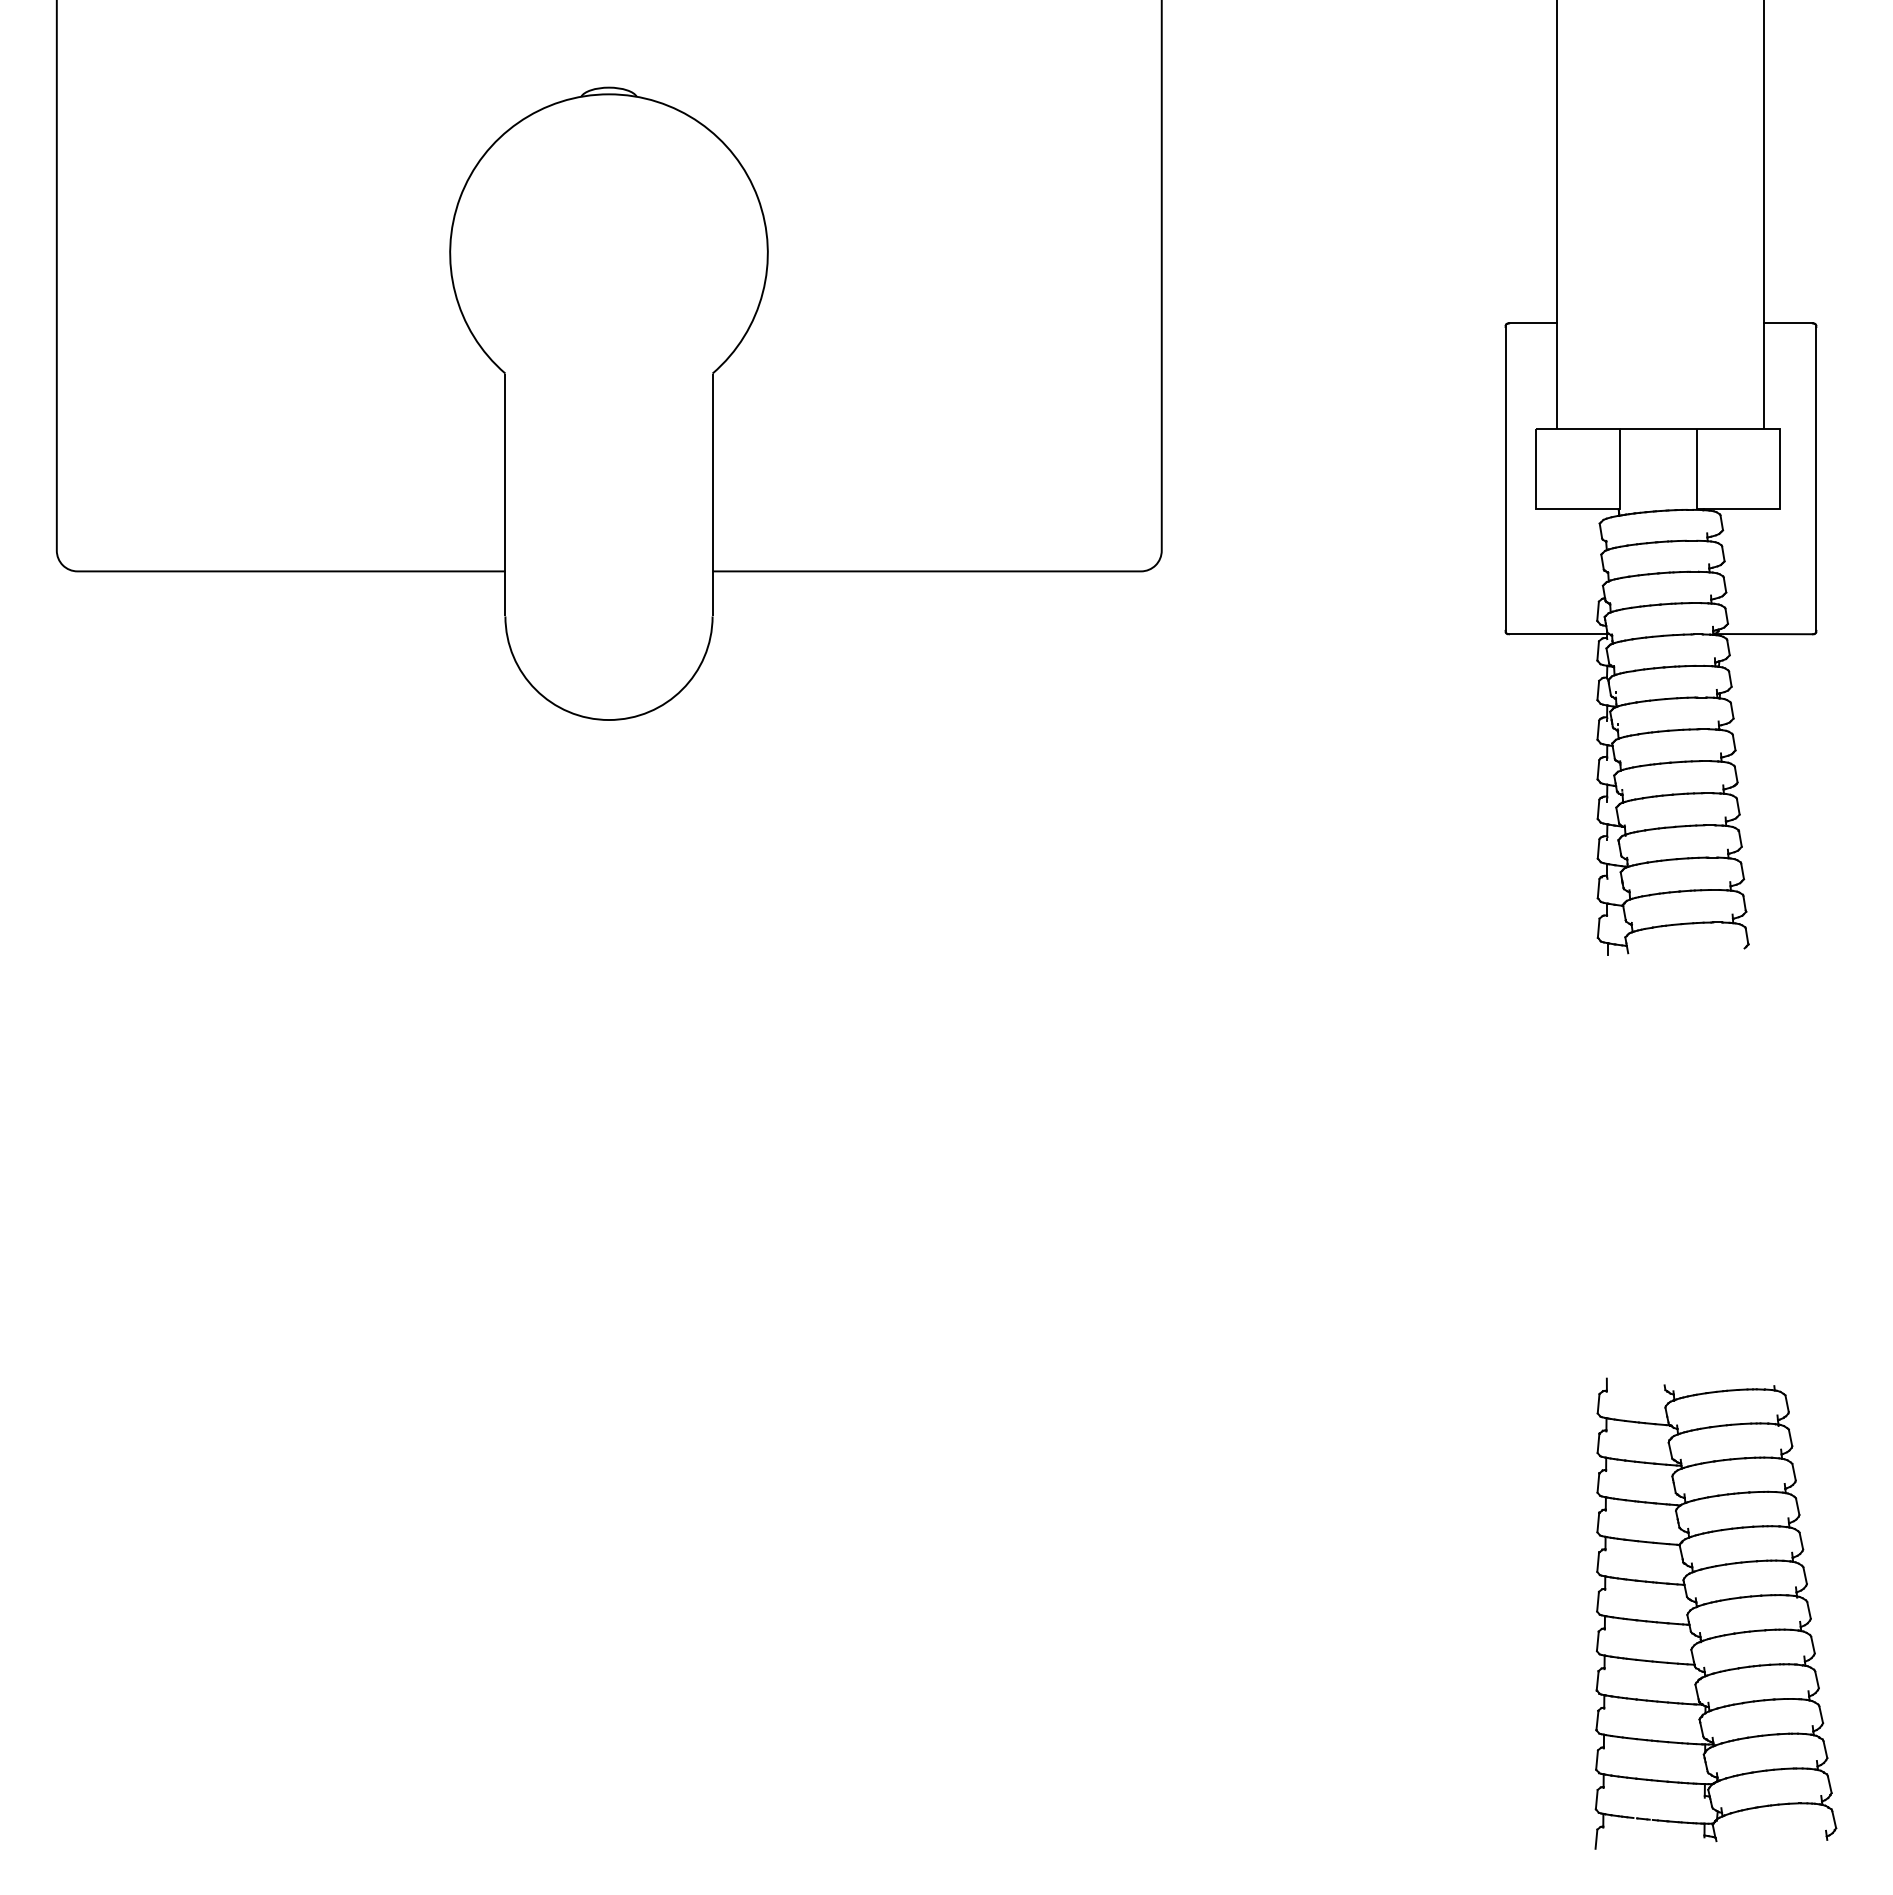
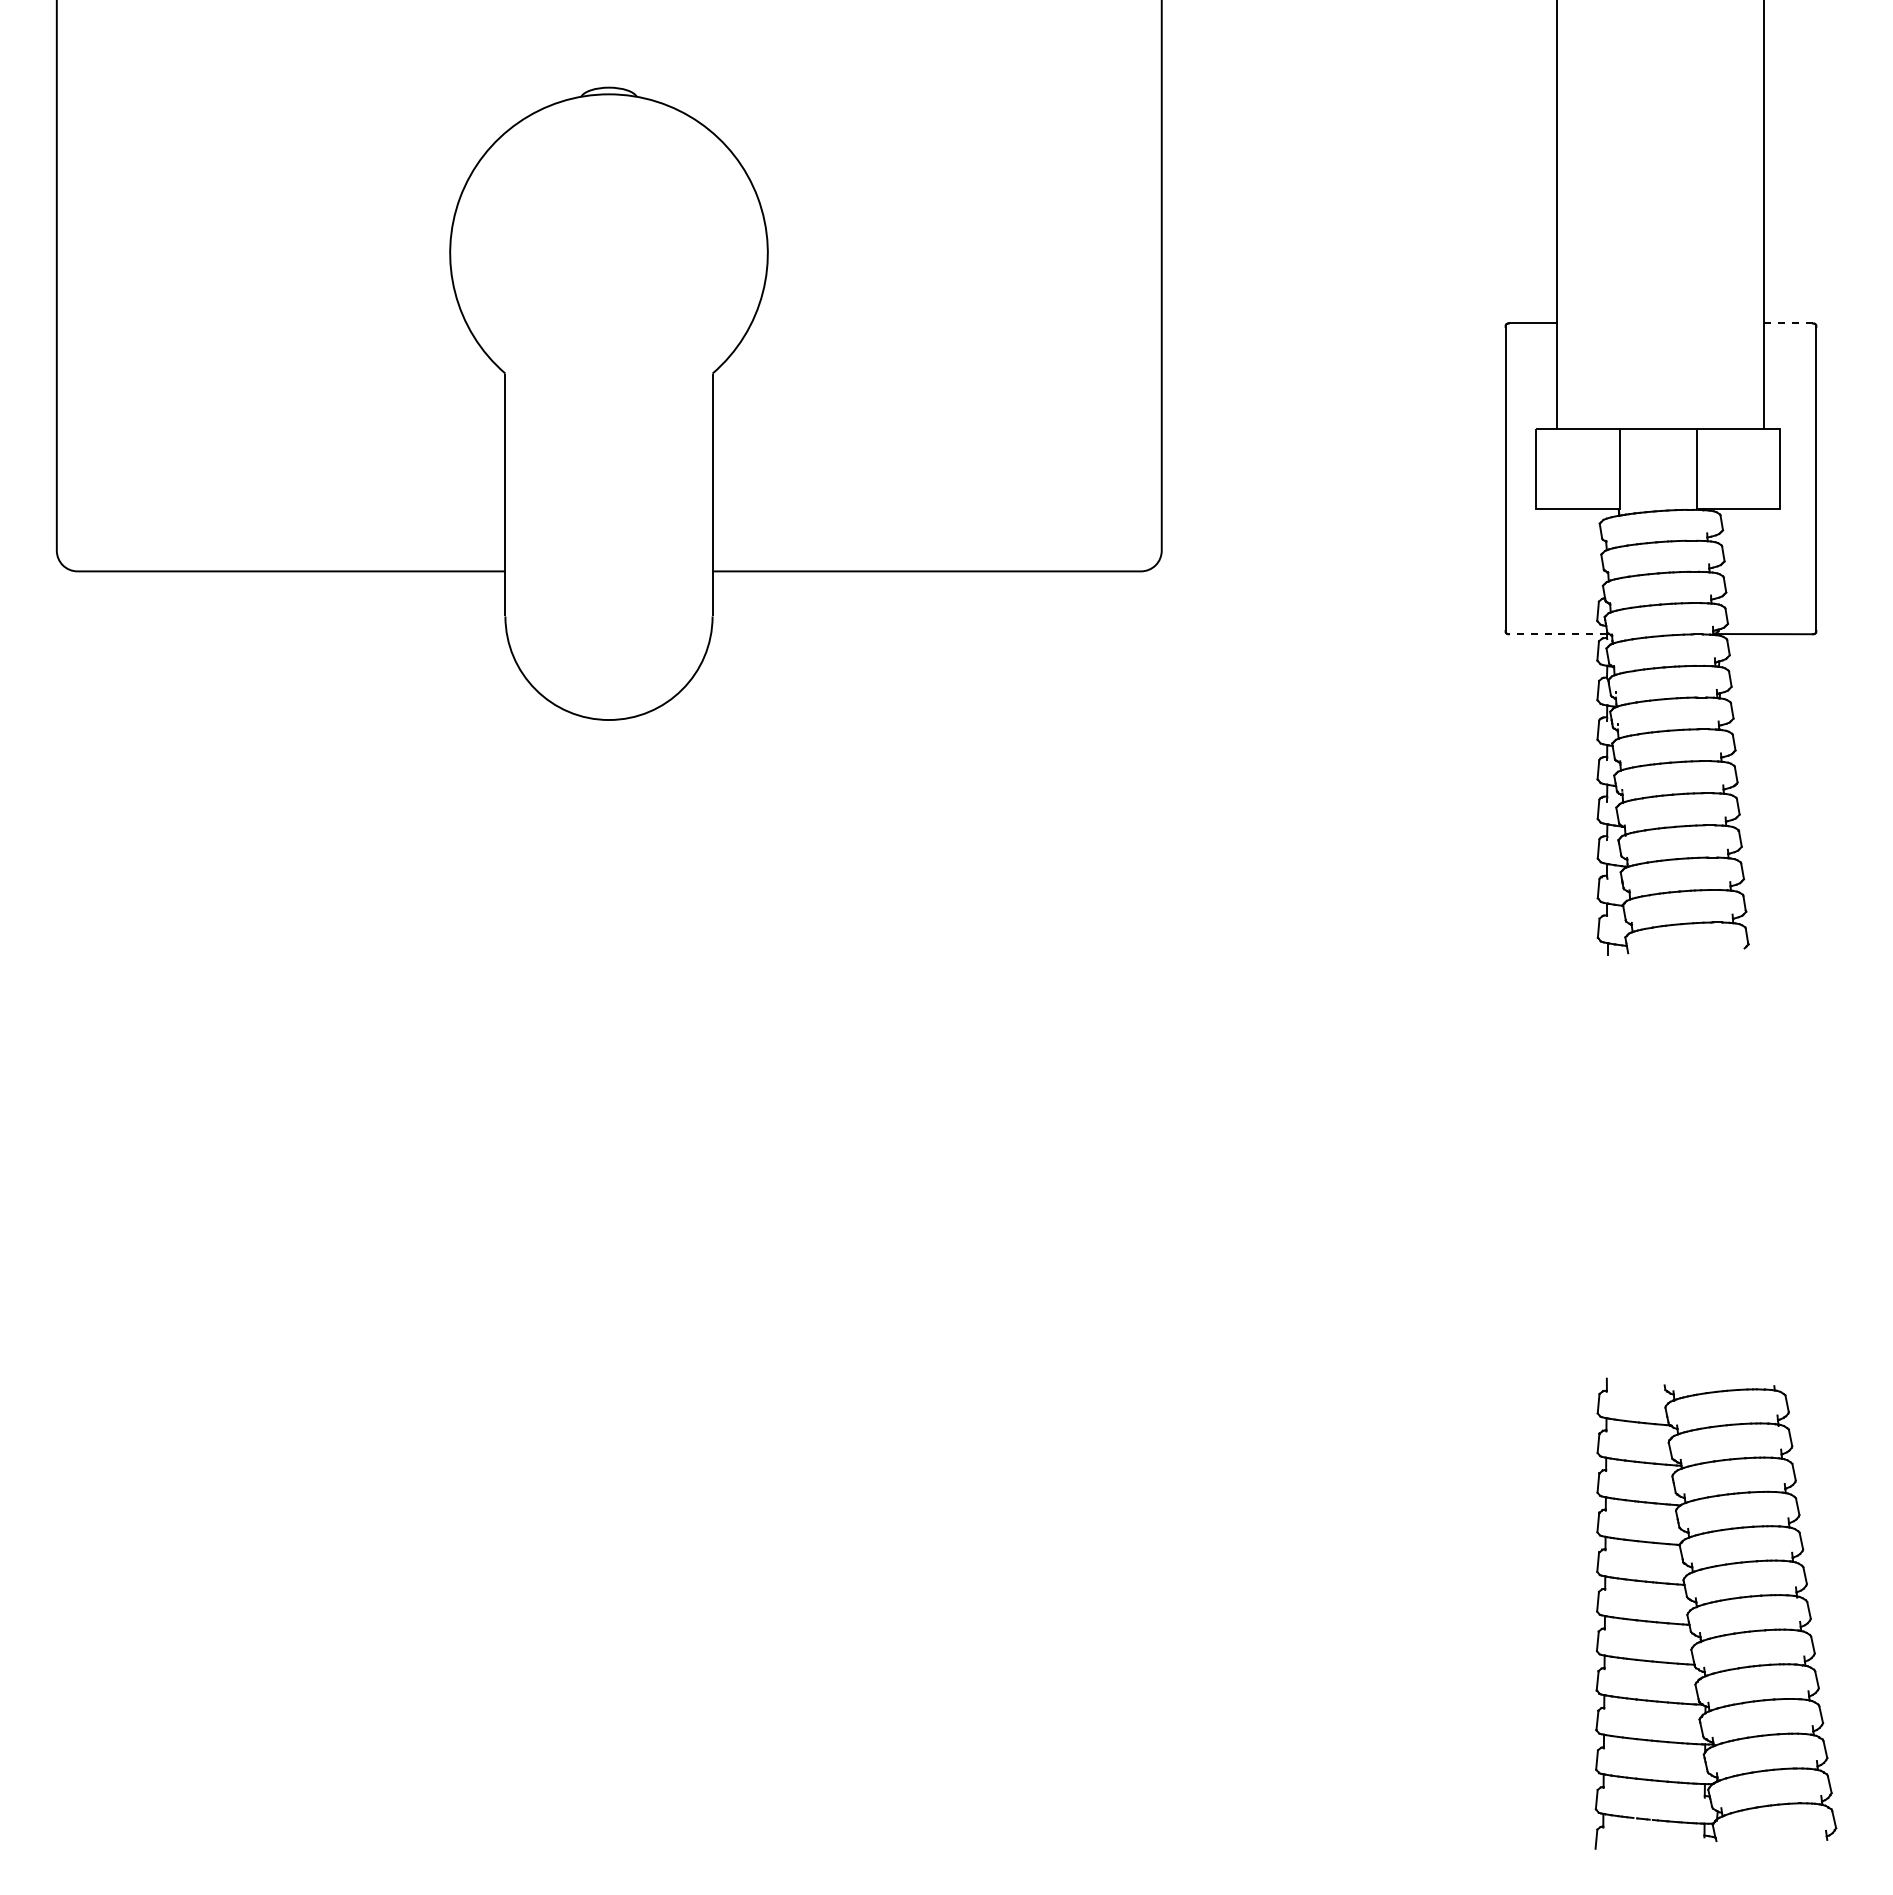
line at (1788, 323): solid -> dashed
line at (1557, 634): solid -> dashed
